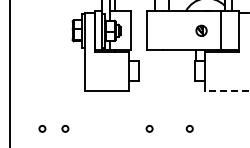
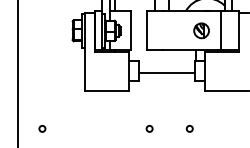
part at (201, 30) size: 13x13 px -> 17x18 px
line at (9, 73) position: (9, 73) -> (17, 73)
line at (166, 73): none -> present
line at (227, 90): dashed -> solid
circle at (65, 128): present -> none
